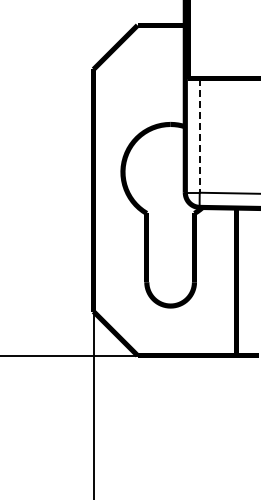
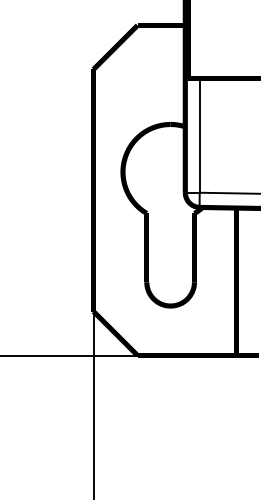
line at (199, 135): dashed -> solid
